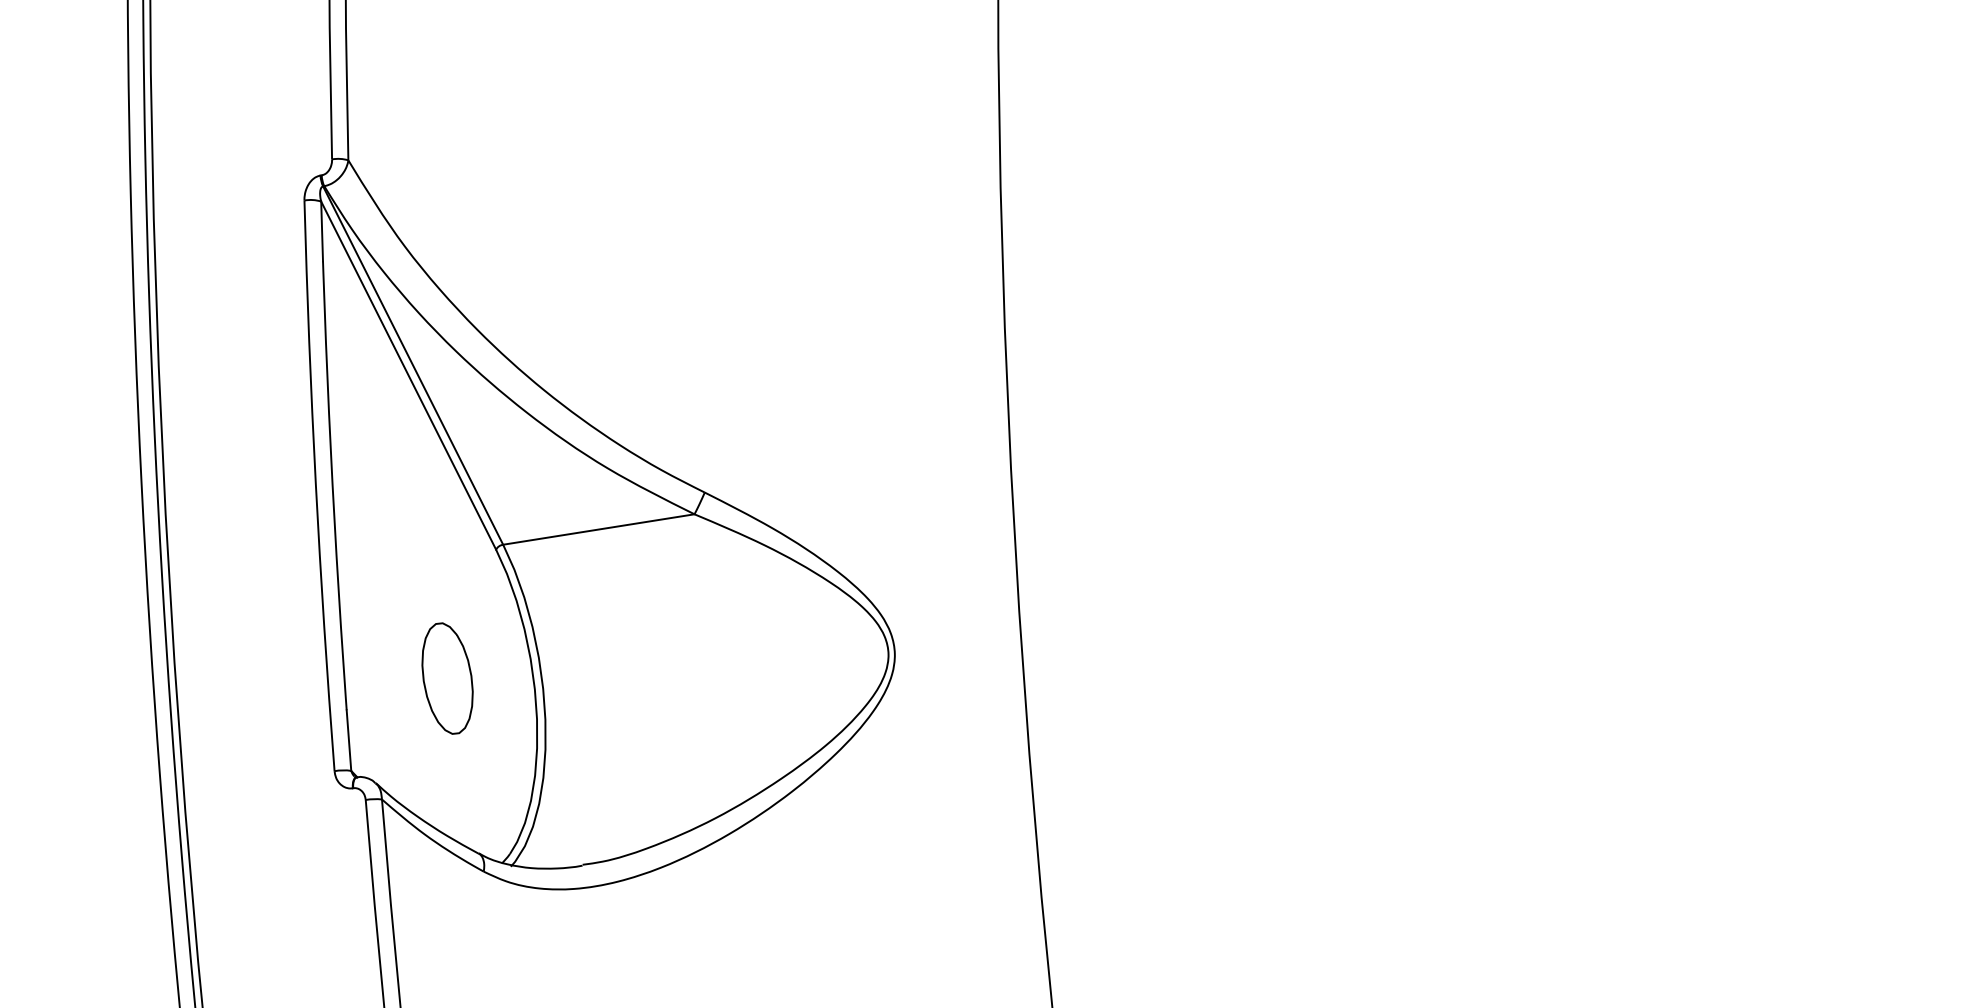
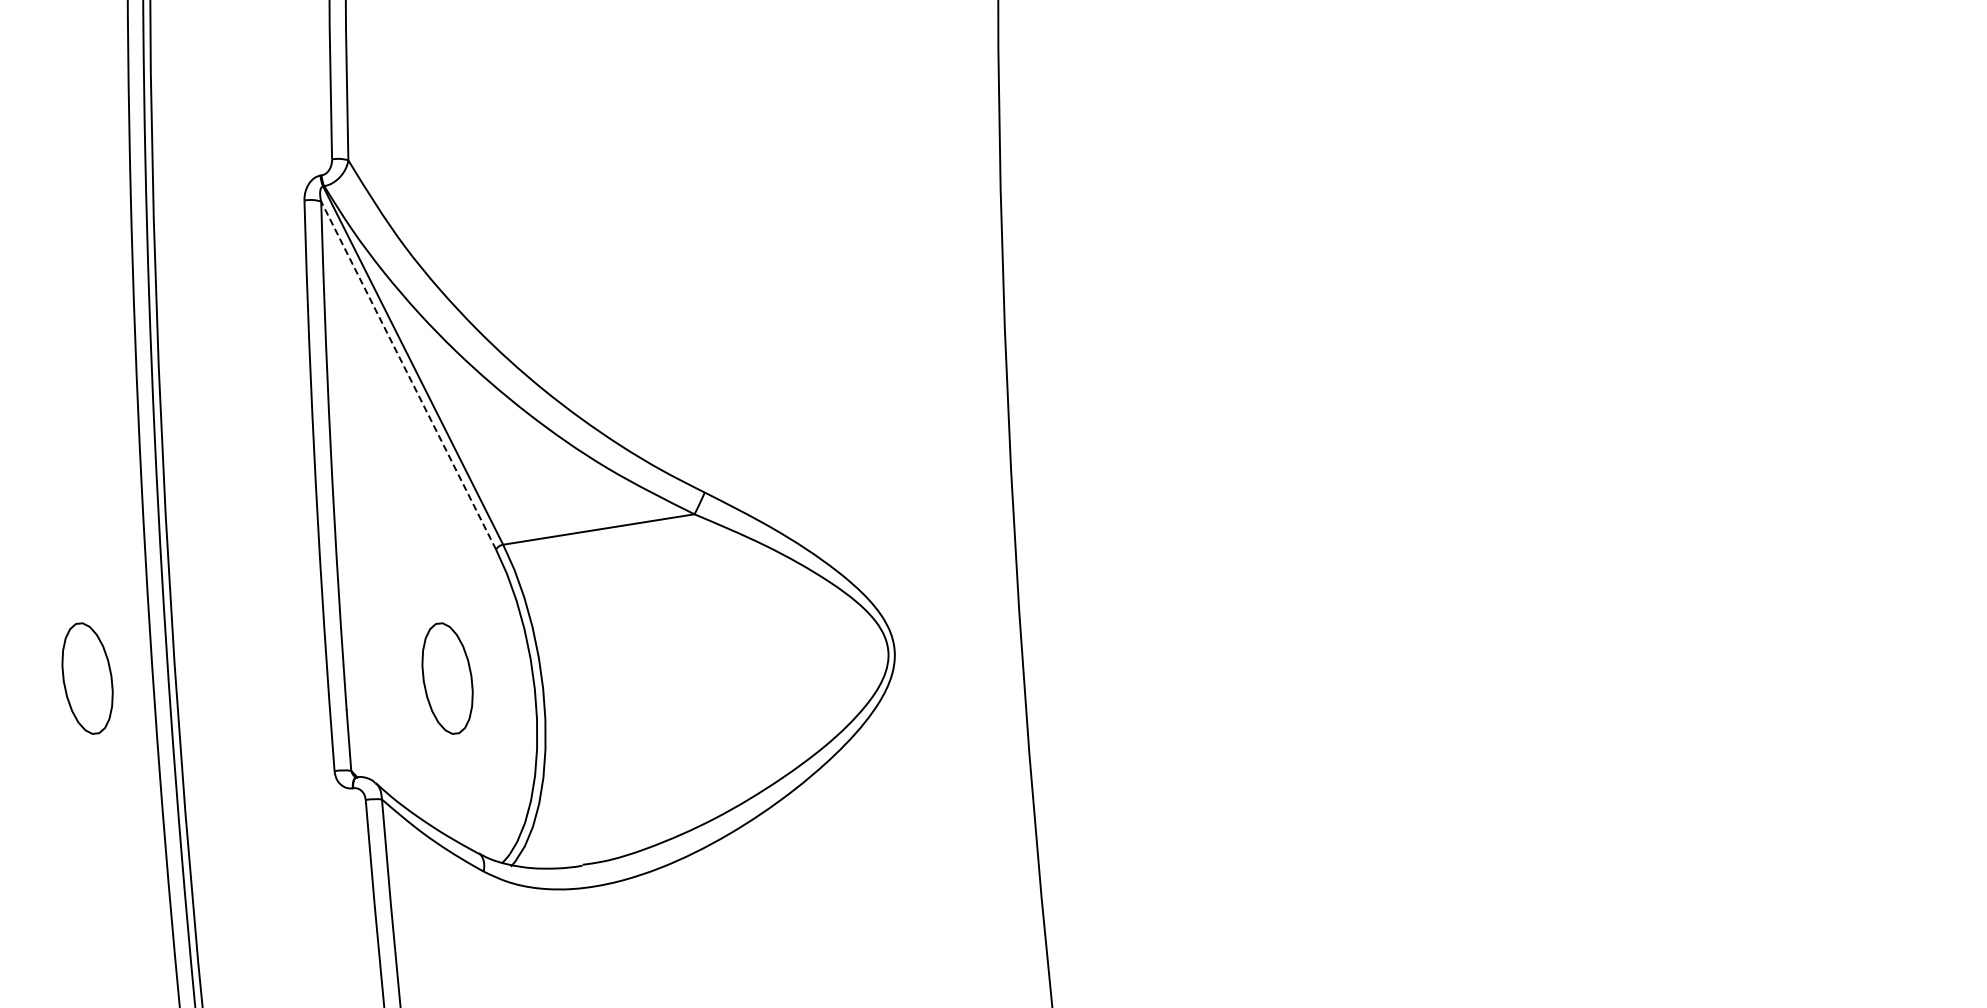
line at (408, 375): solid -> dashed
part at (87, 678): none -> present
